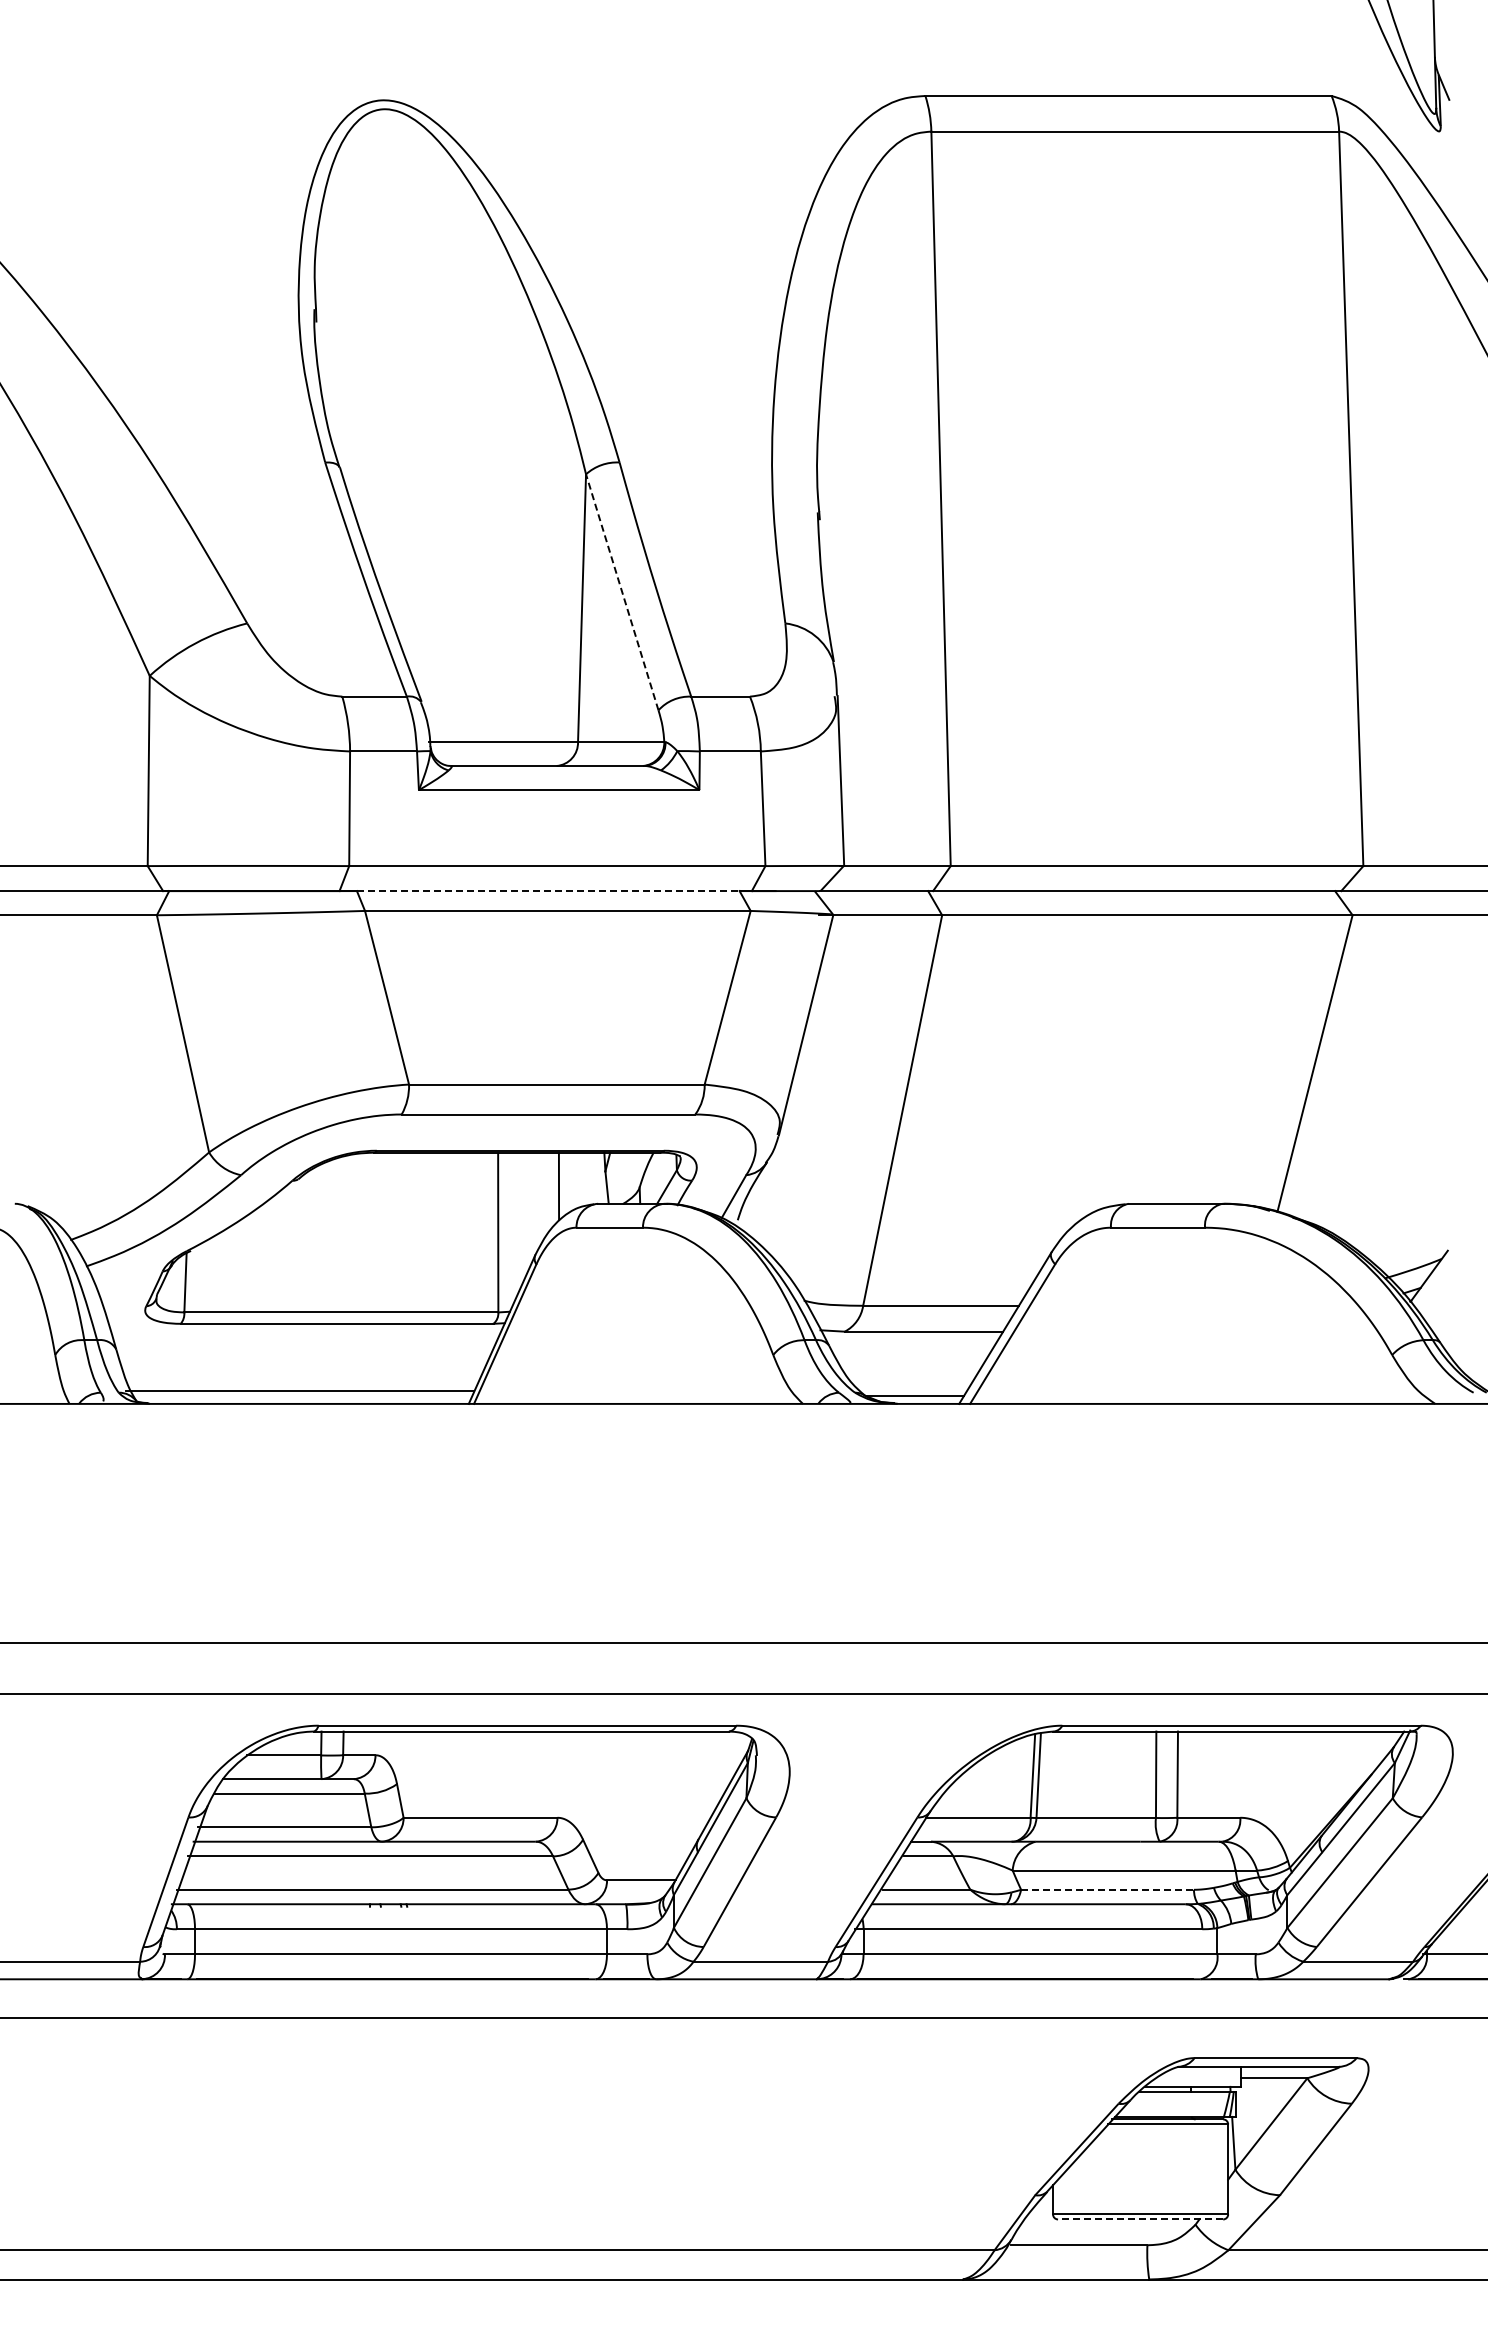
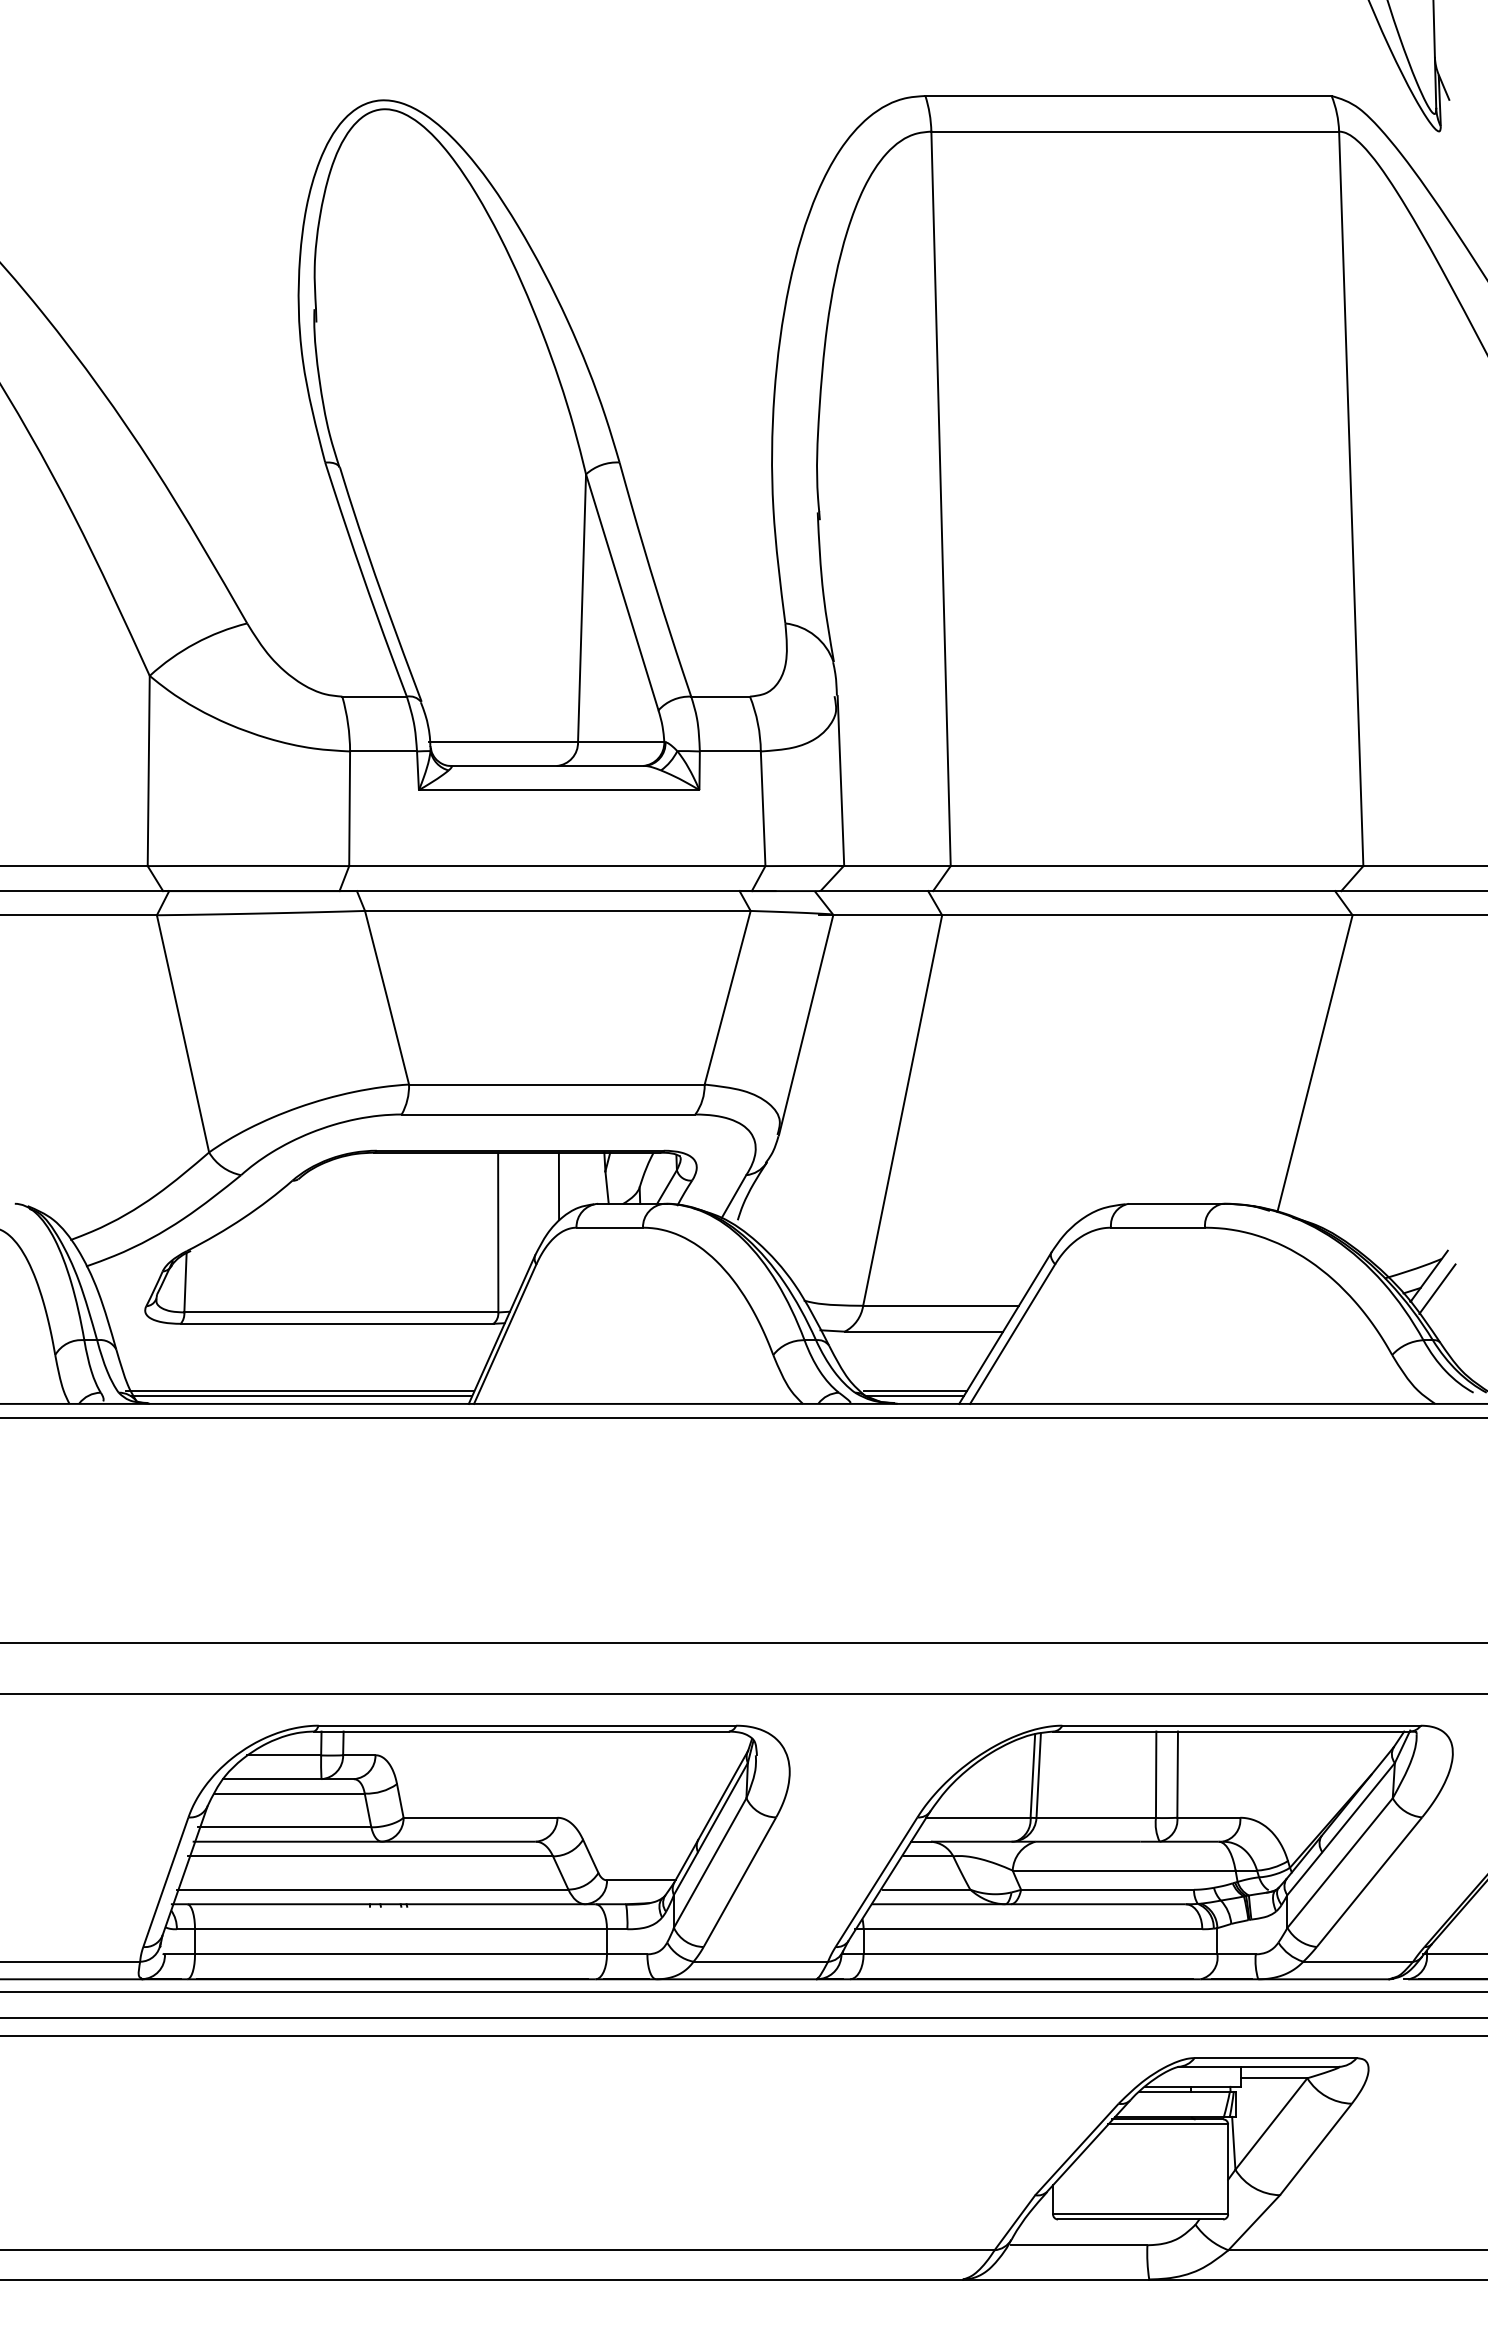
line at (622, 591): dashed -> solid
line at (548, 891): dashed -> solid
line at (1437, 1288): none -> present
line at (915, 1391): none -> present
line at (301, 1396): none -> present
line at (743, 1417): none -> present
line at (1108, 1889): dashed -> solid
line at (743, 1991): none -> present
line at (743, 2036): none -> present
line at (1140, 2219): dashed -> solid
